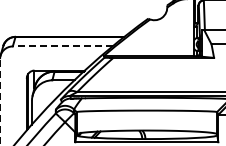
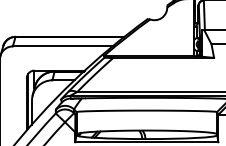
line at (62, 46): dashed -> solid
line at (0, 101): dashed -> solid
